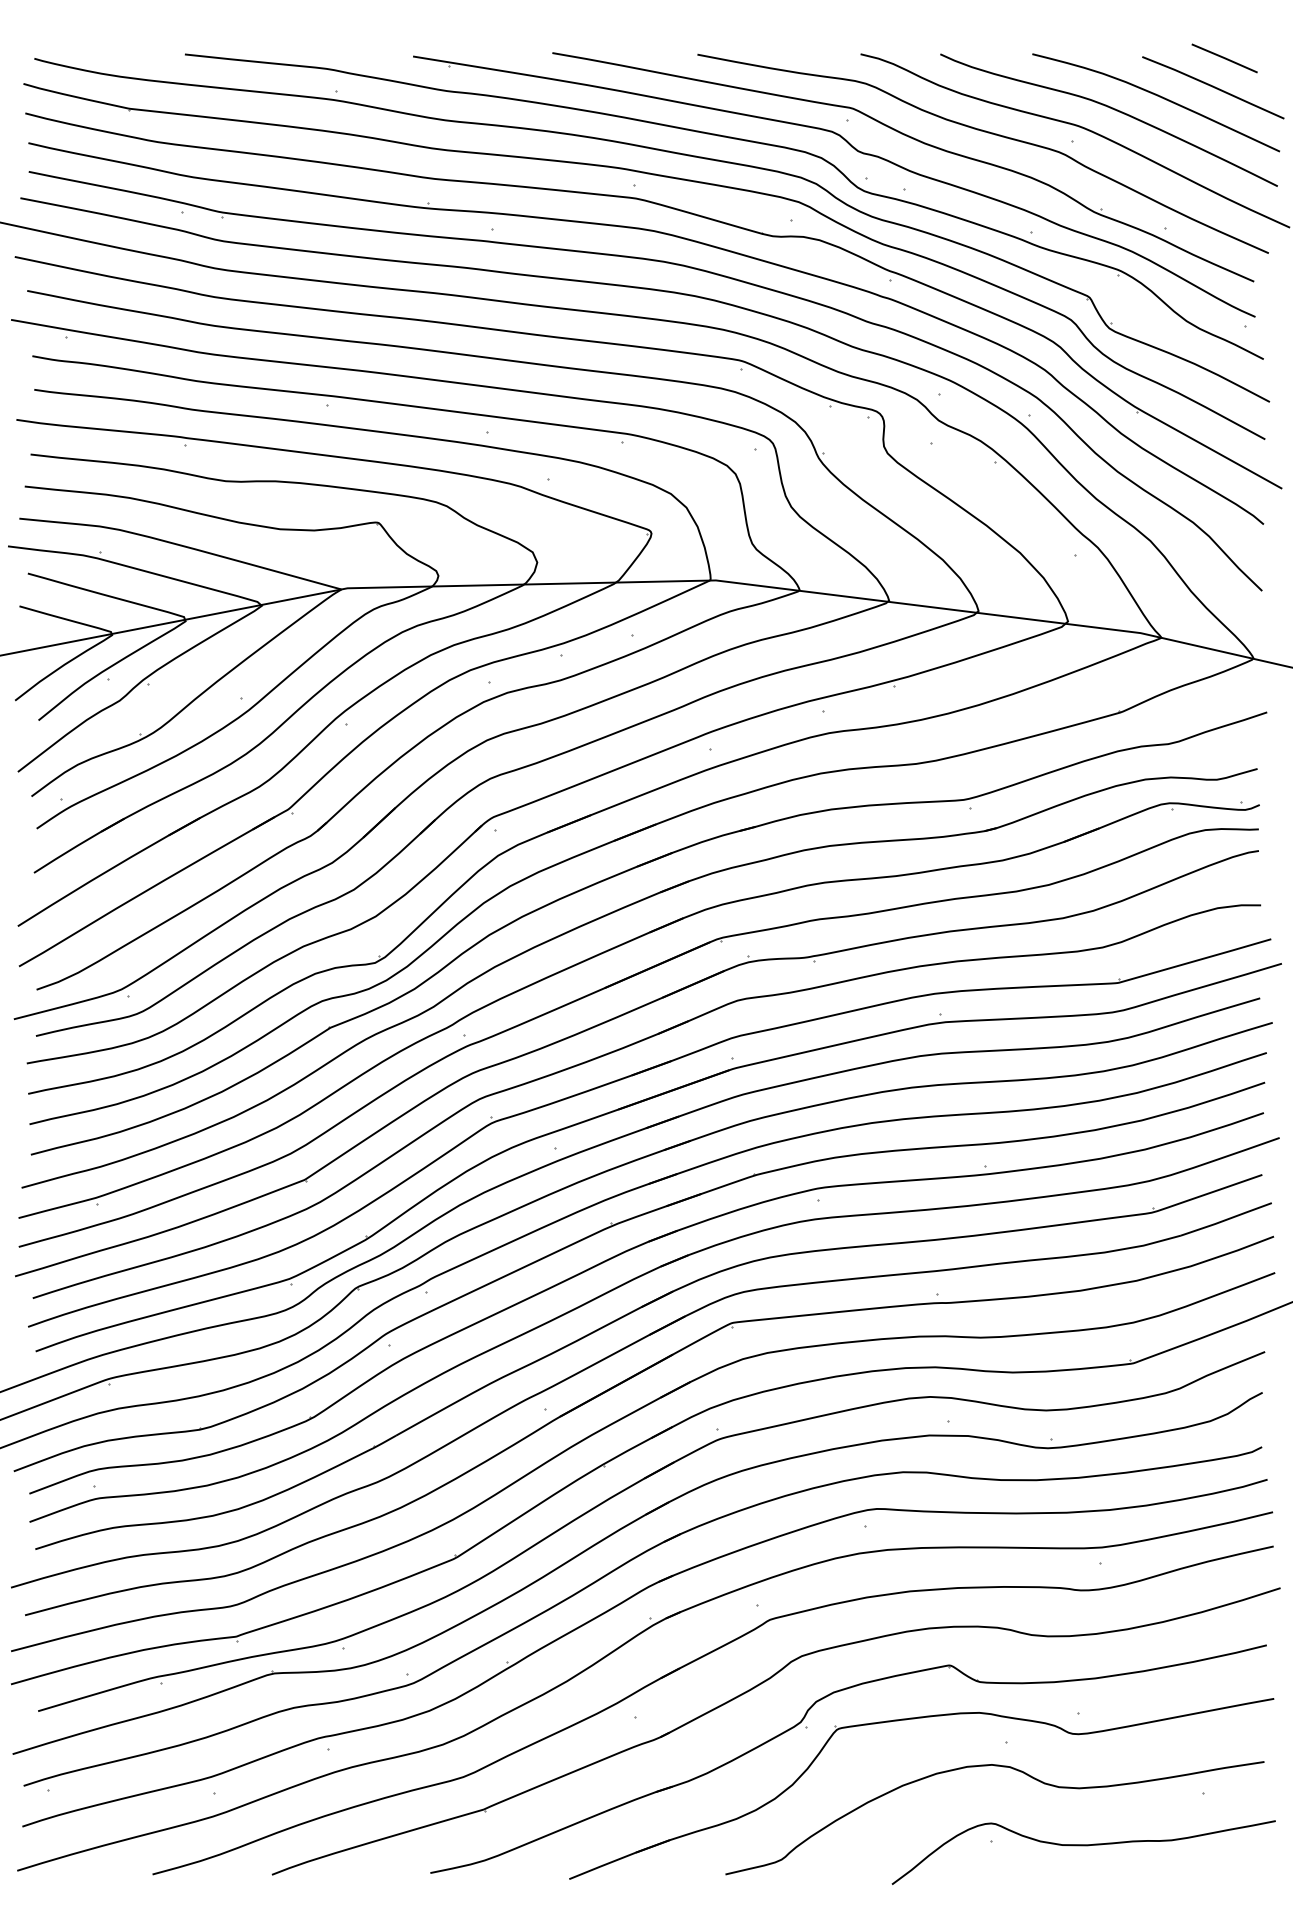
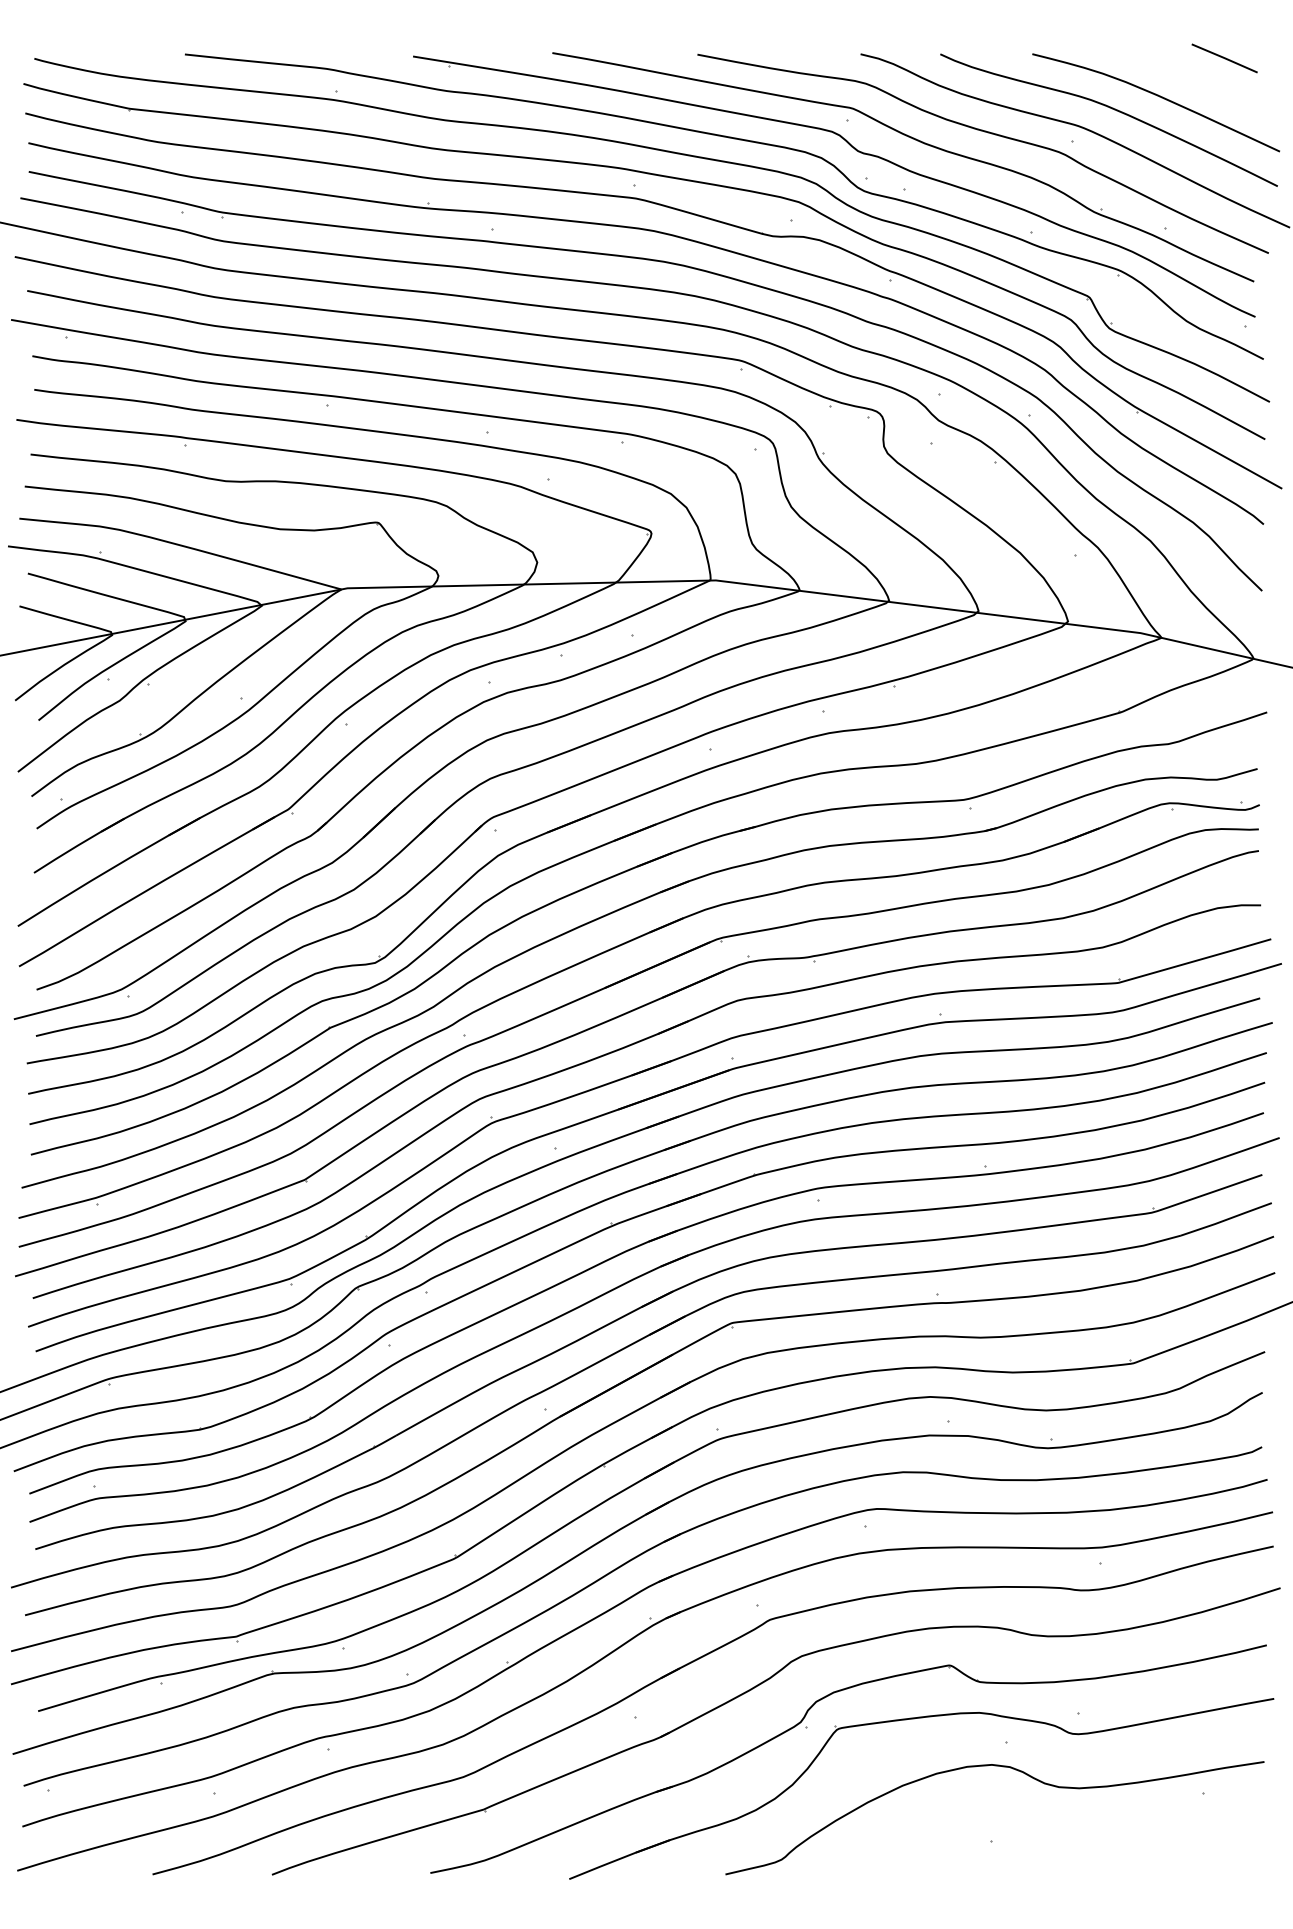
line at (1213, 87): present -> none
curve at (1083, 1846): present -> none
